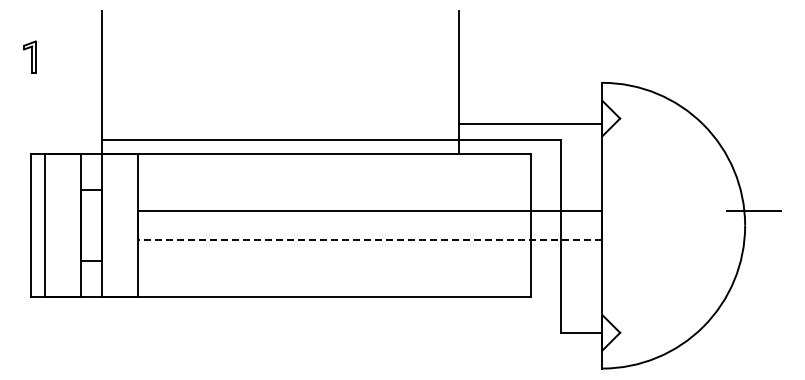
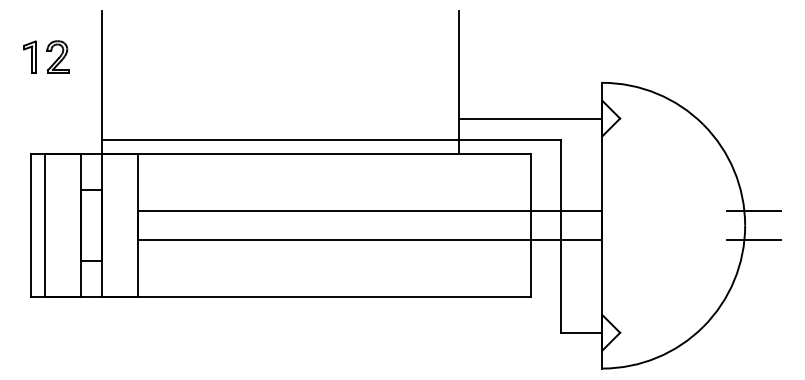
part at (57, 56): none -> present
line at (530, 123) position: (530, 123) -> (530, 118)
line at (369, 240): dashed -> solid
line at (753, 240): none -> present
